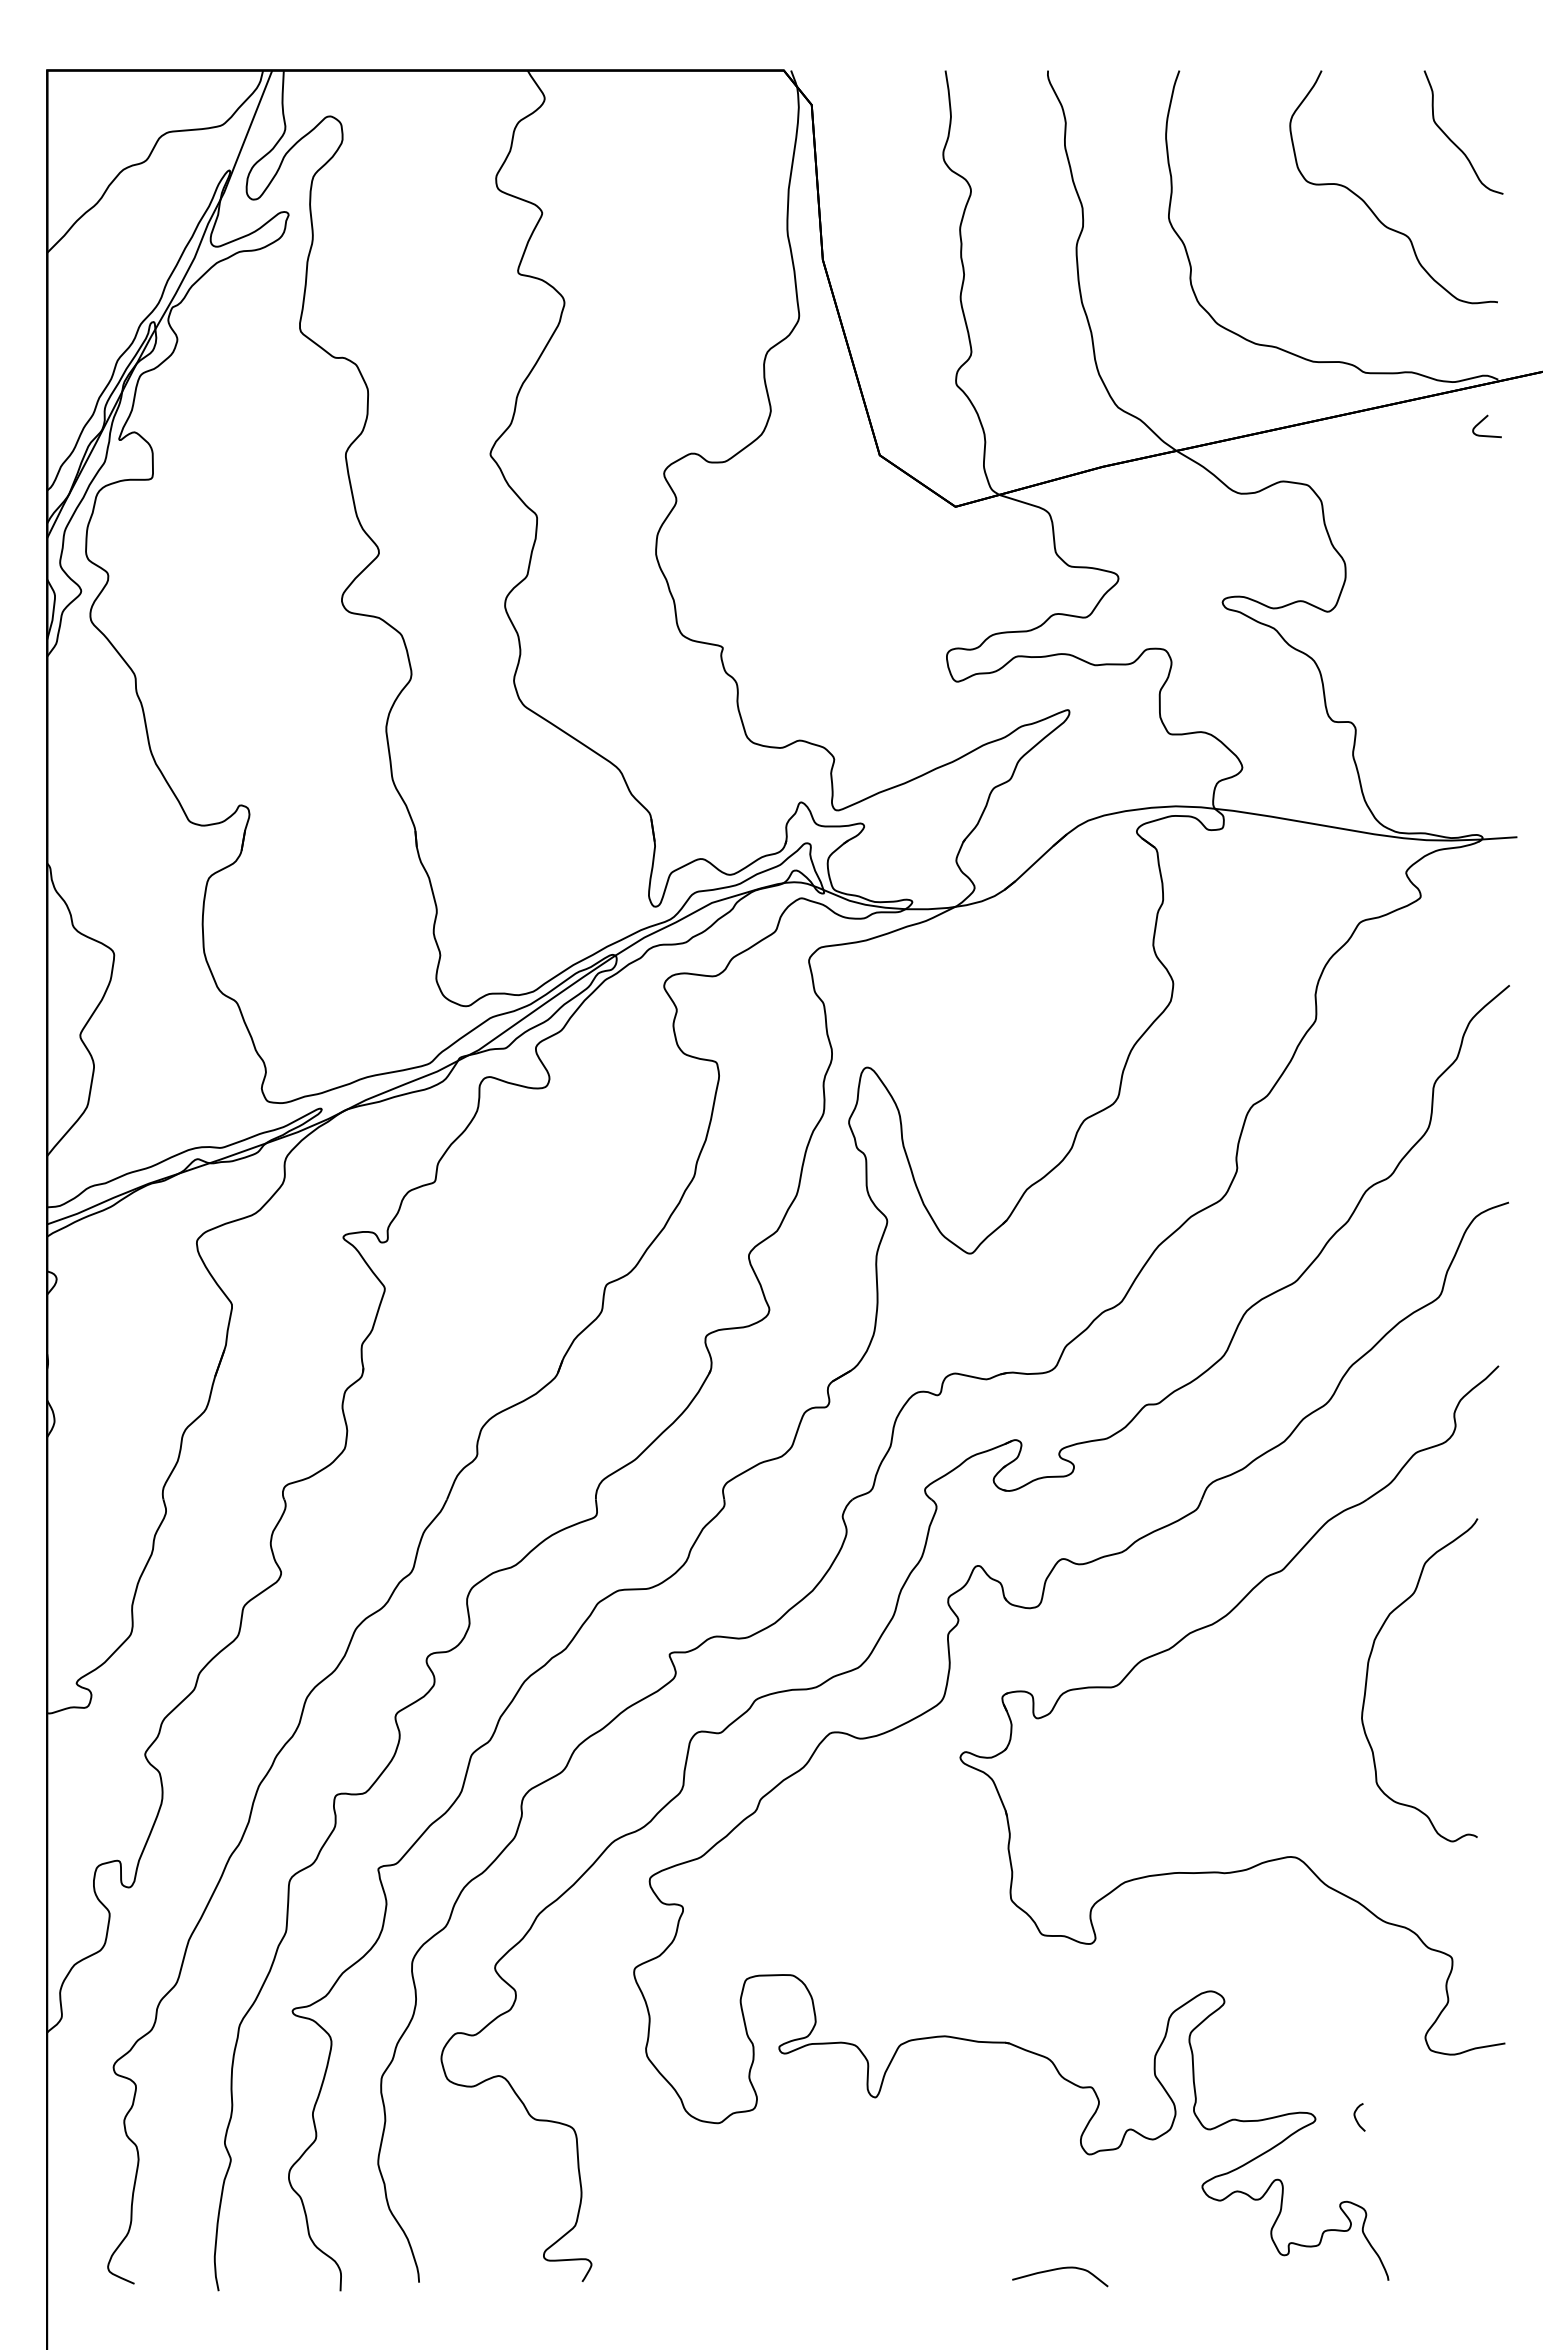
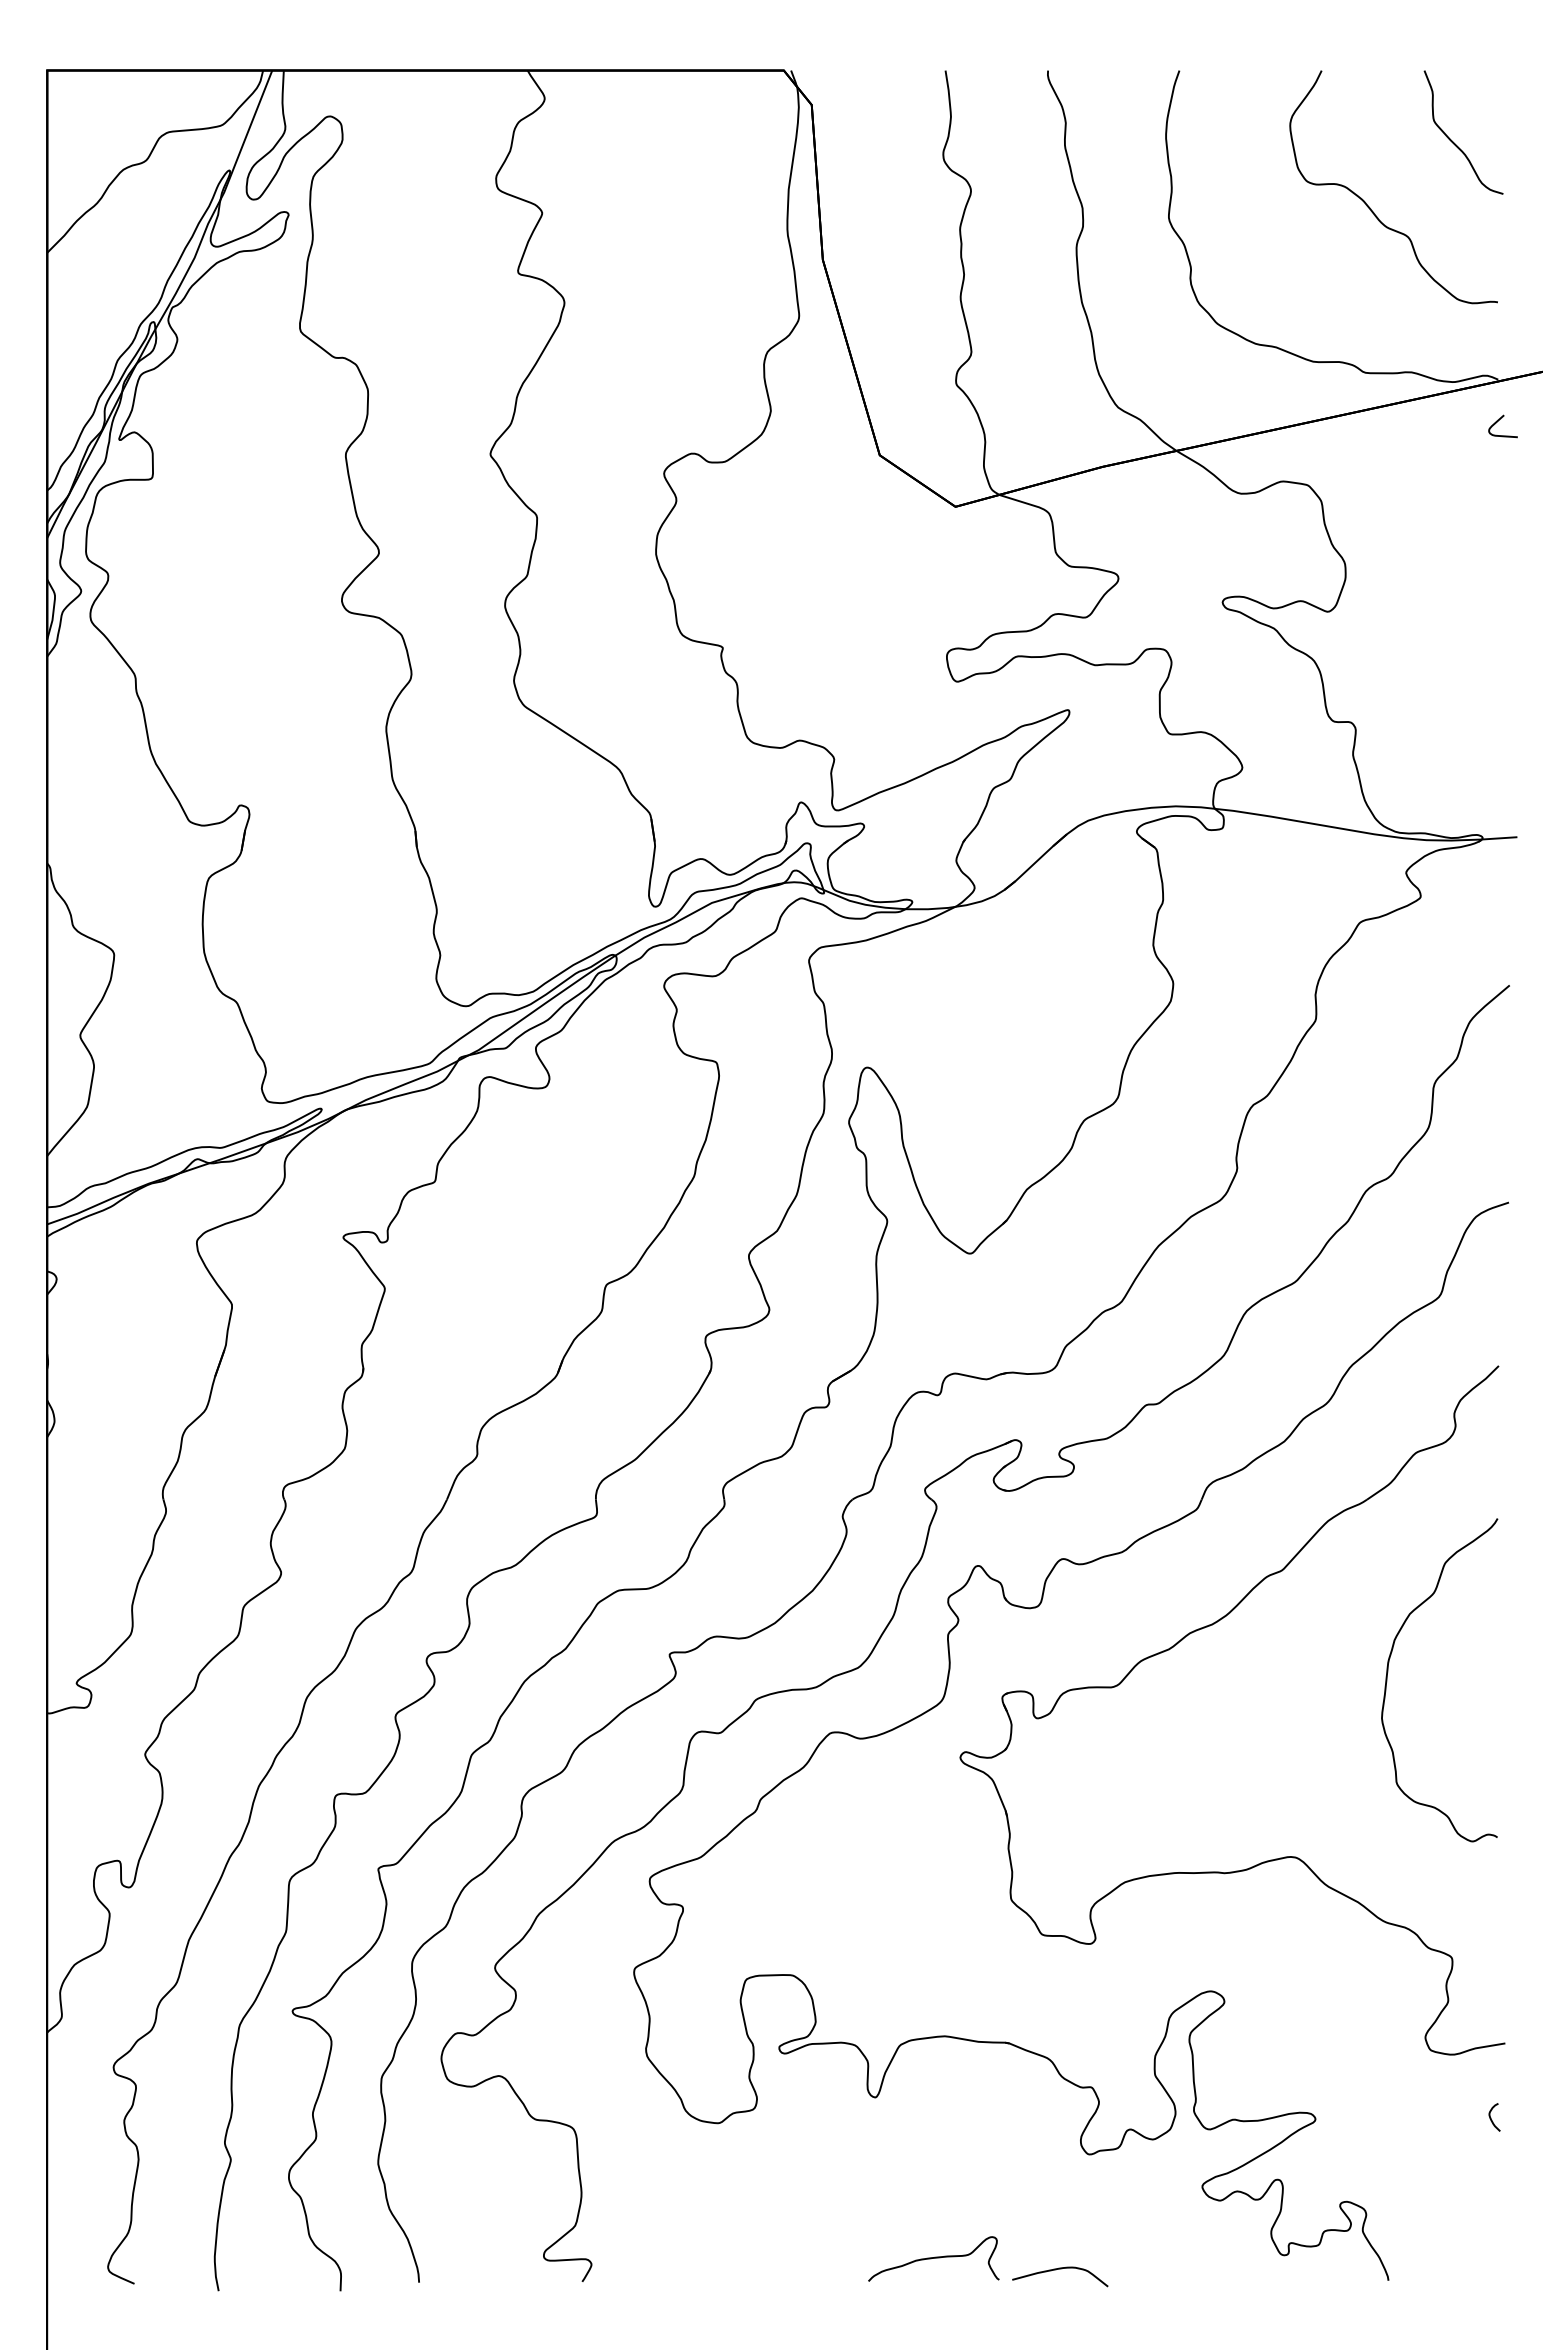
curve at (1482, 421) position: (1482, 421) -> (1498, 421)
curve at (1368, 1672) position: (1368, 1672) -> (1388, 1672)
curve at (1356, 2117) position: (1356, 2117) -> (1491, 2117)
curve at (933, 2258): none -> present
